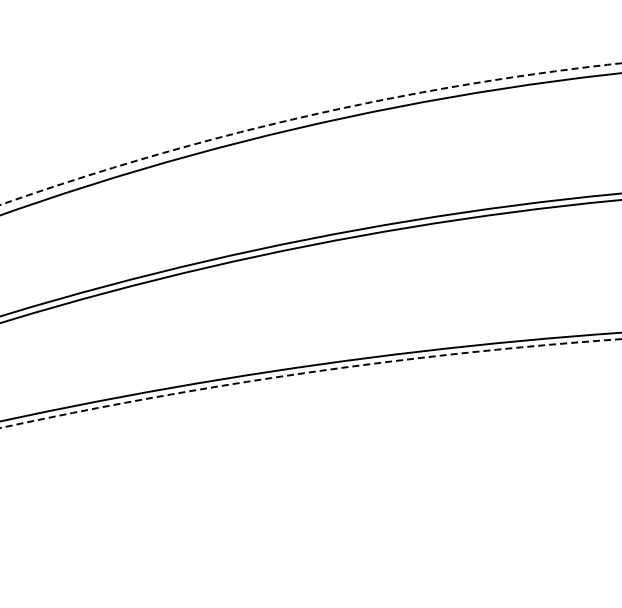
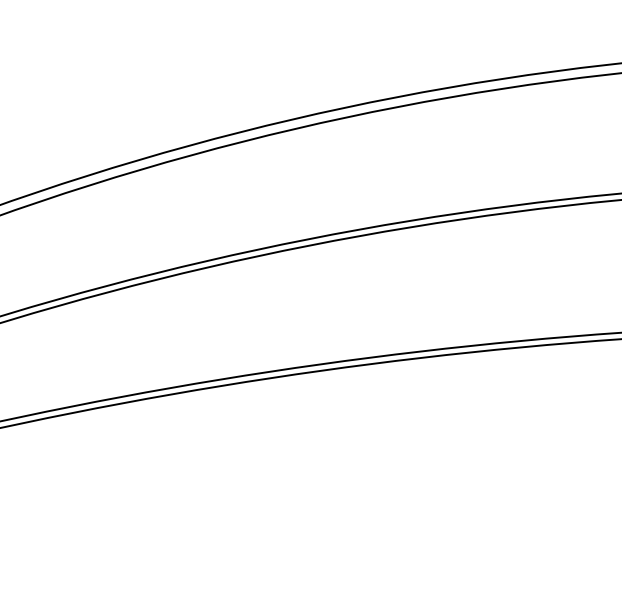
arc at (305, 116): dashed -> solid
arc at (308, 372): dashed -> solid
